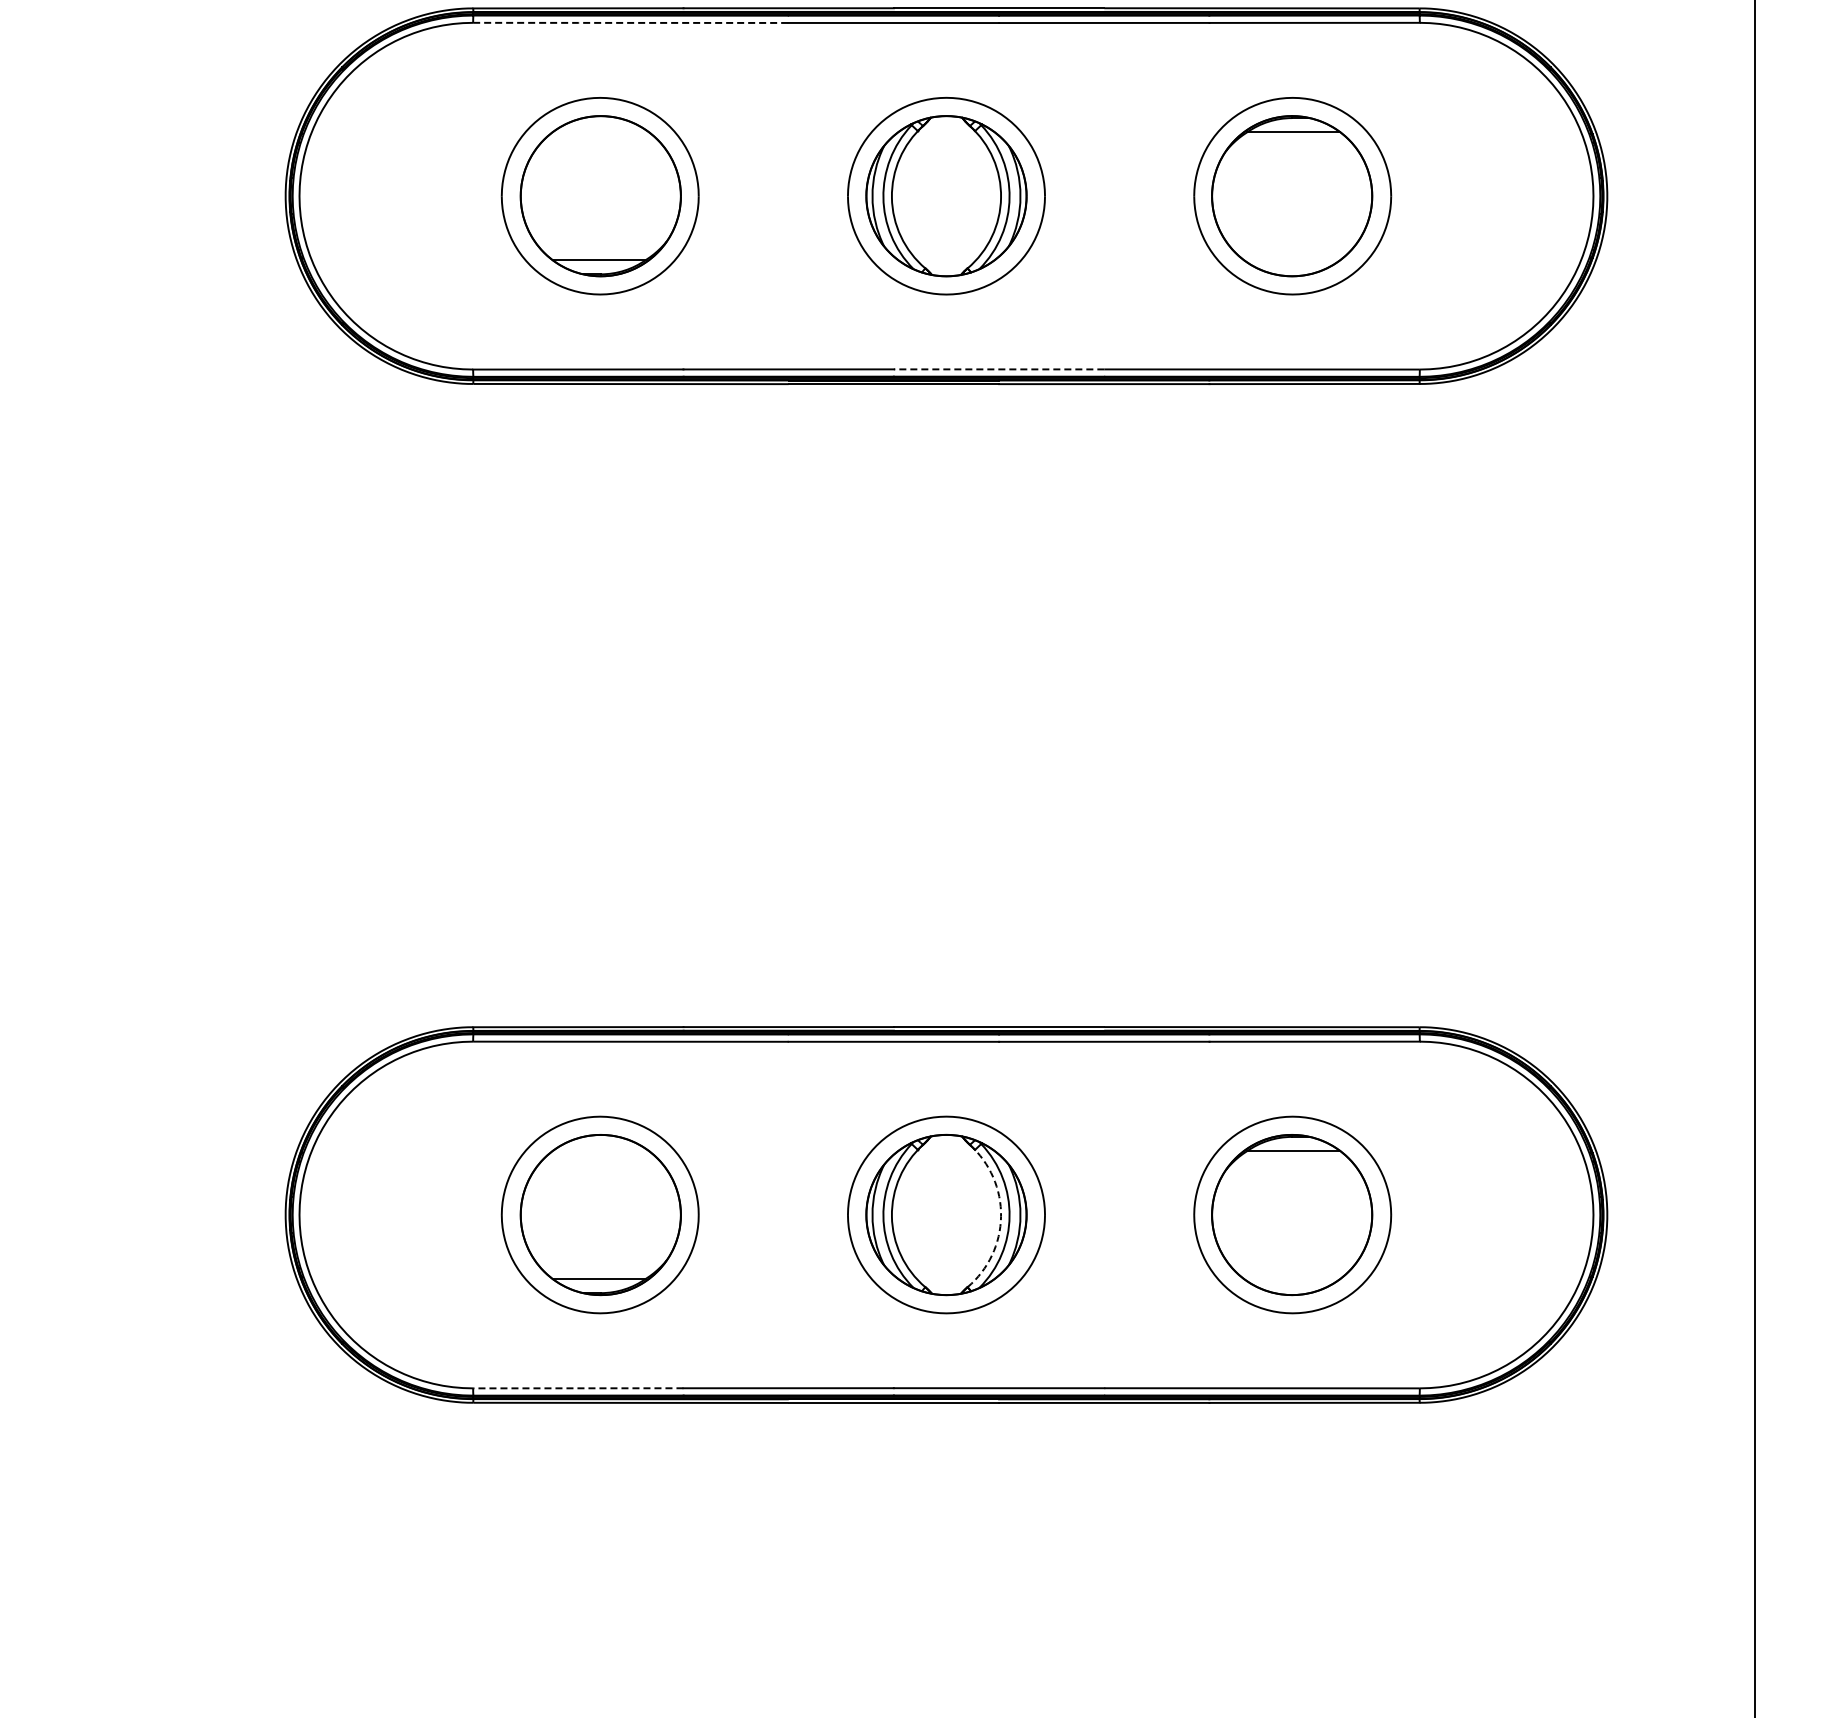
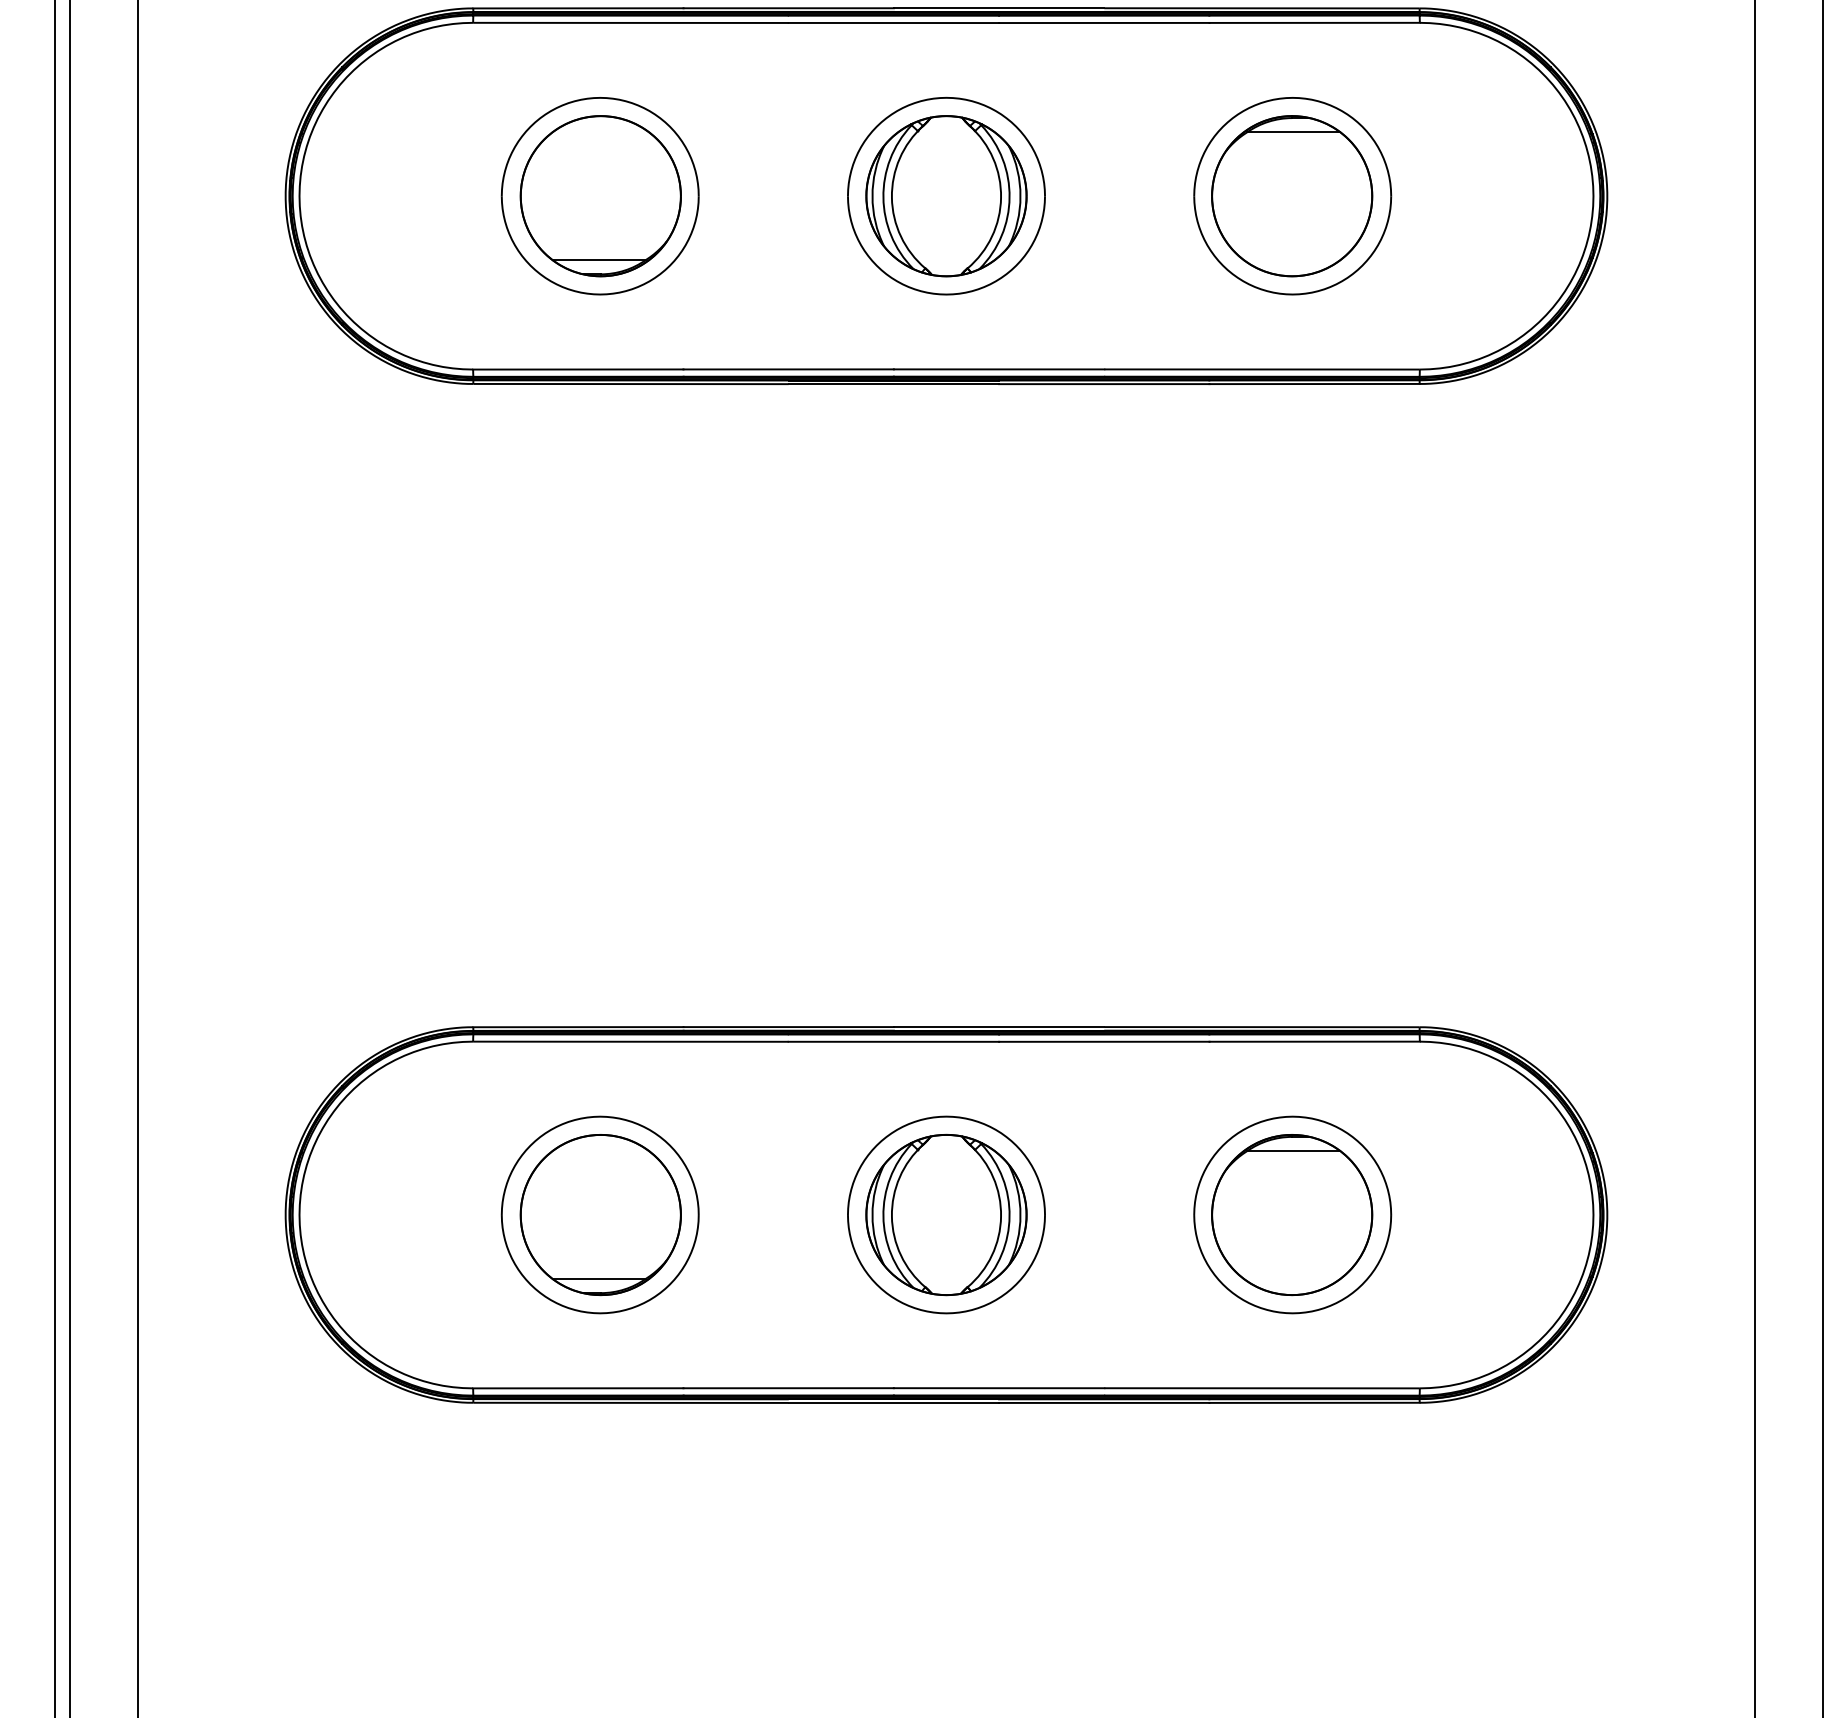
line at (630, 22): dashed -> solid
line at (998, 369): dashed -> solid
line at (55, 858): none -> present
line at (70, 858): none -> present
line at (137, 858): none -> present
line at (1822, 858): none -> present
arc at (1001, 1216): dashed -> solid
line at (577, 1388): dashed -> solid
